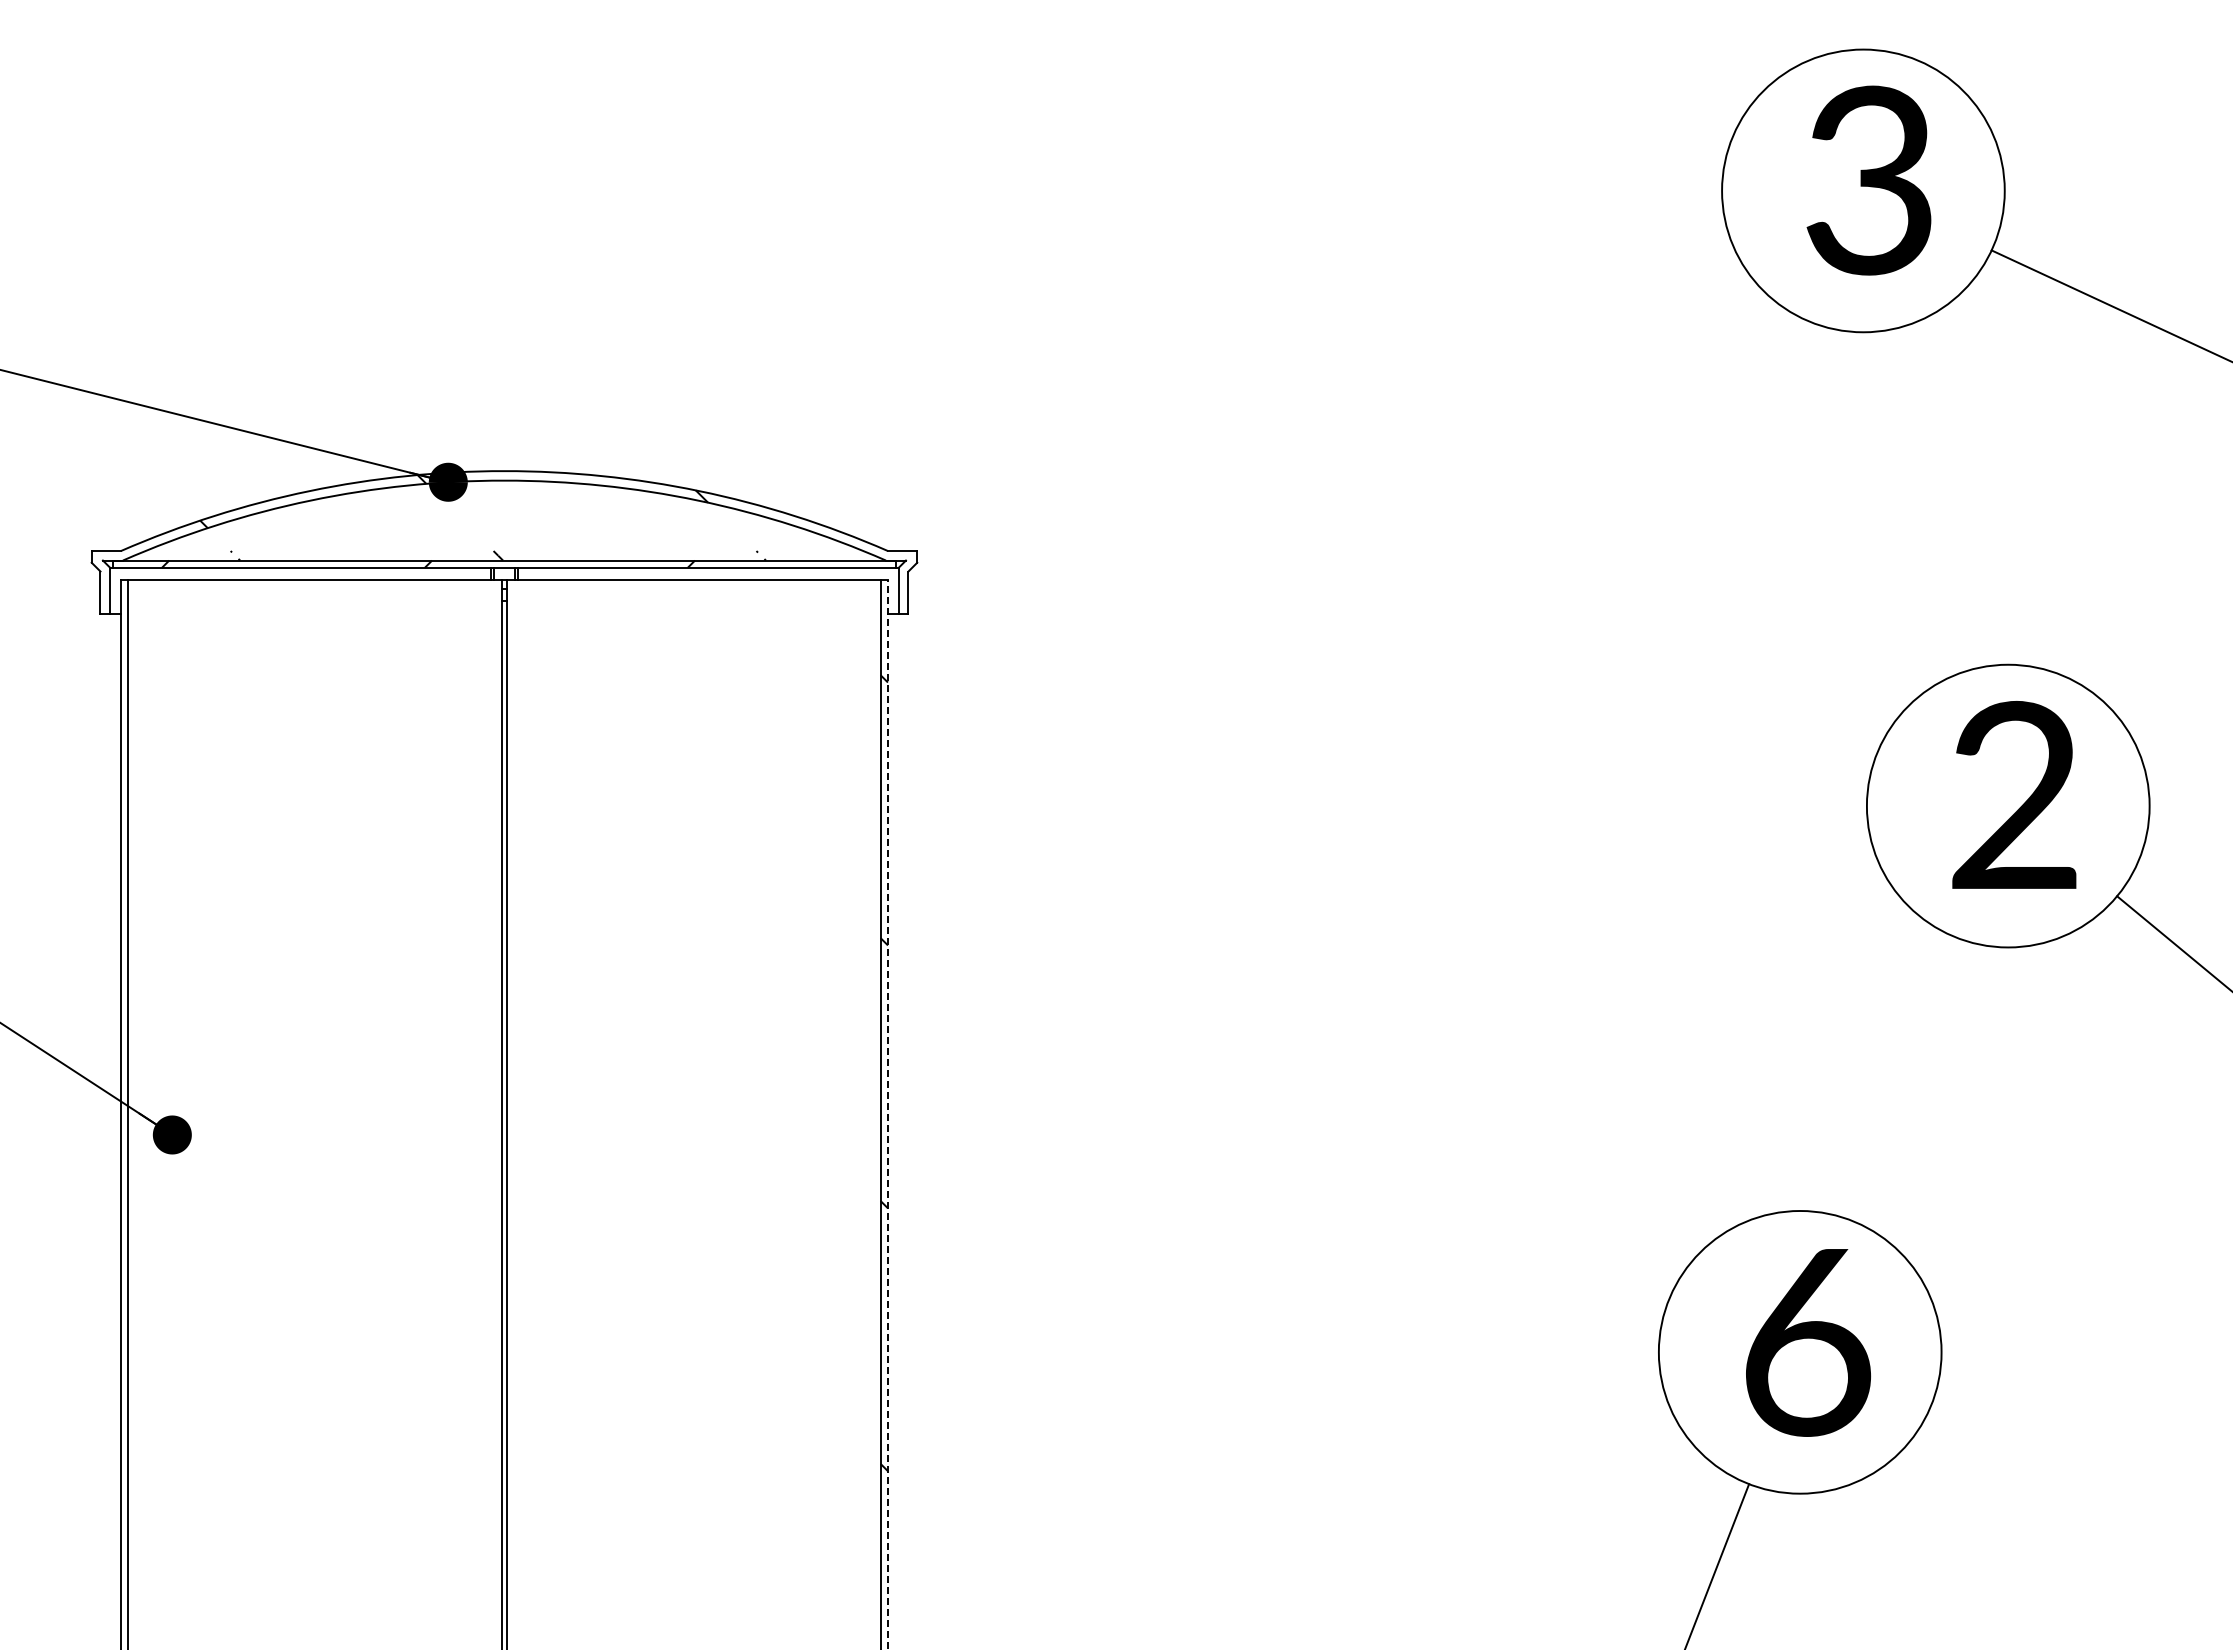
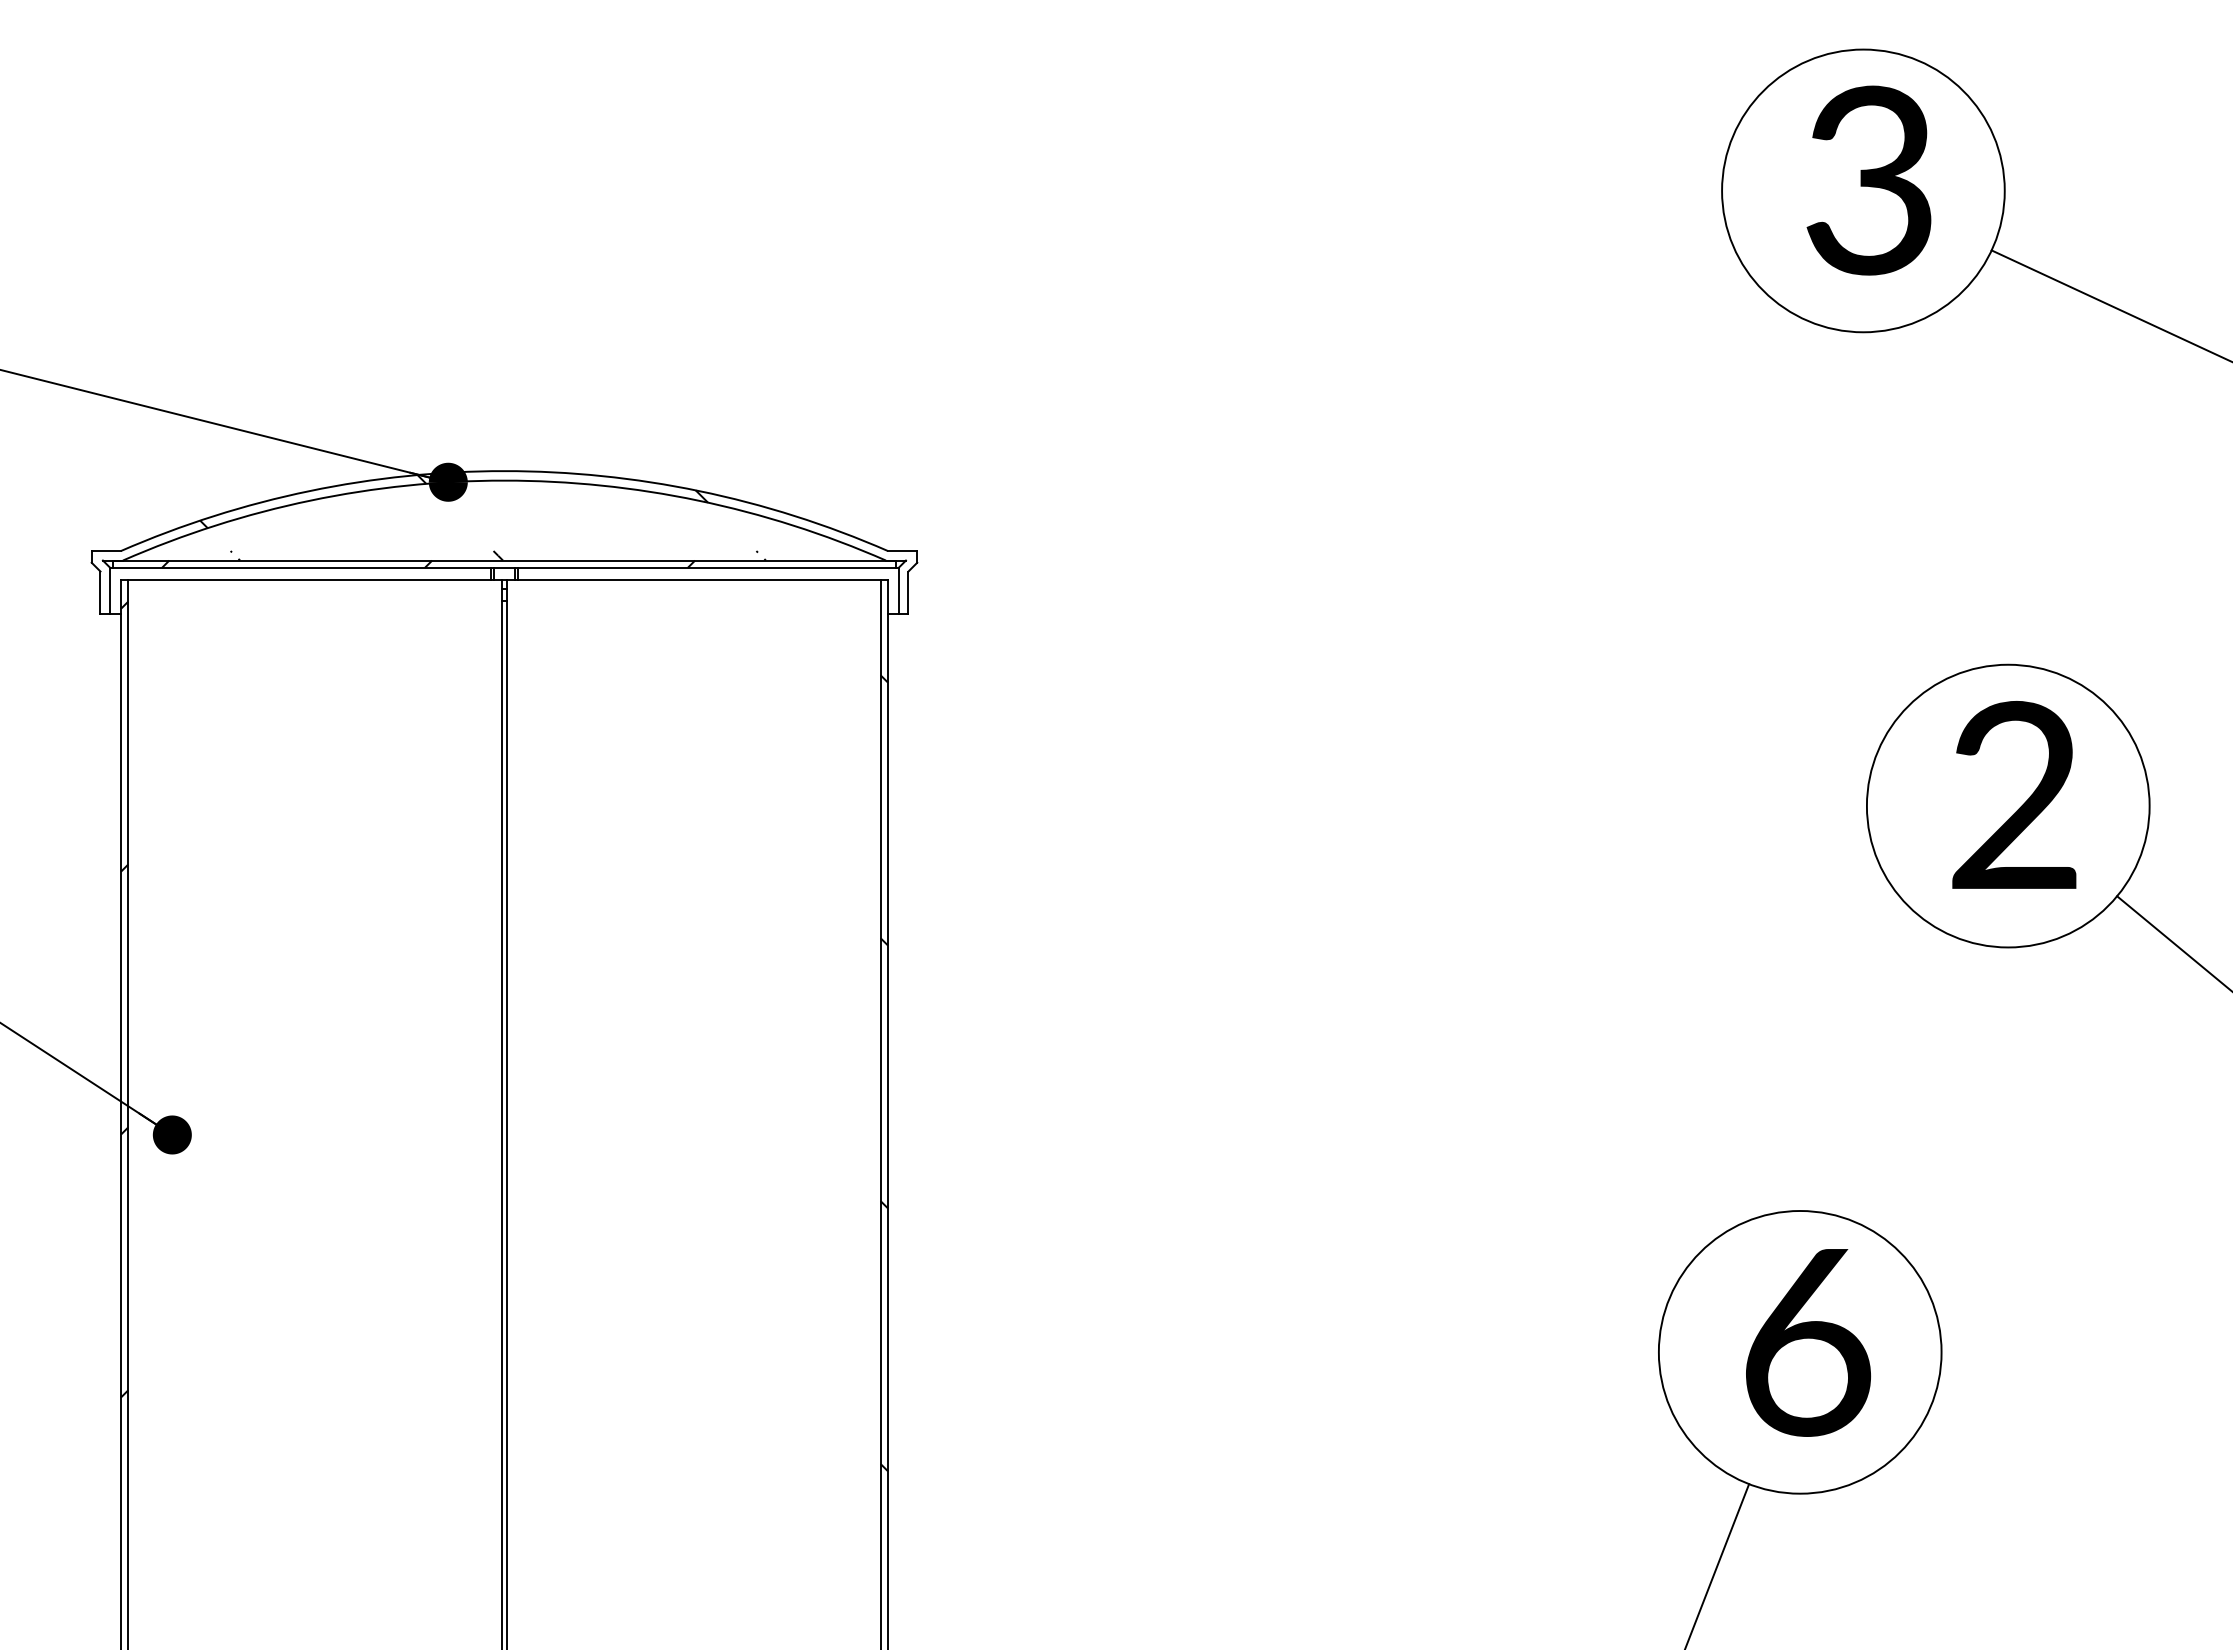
hatch at (124, 999): none -> present
line at (887, 1114): dashed -> solid
